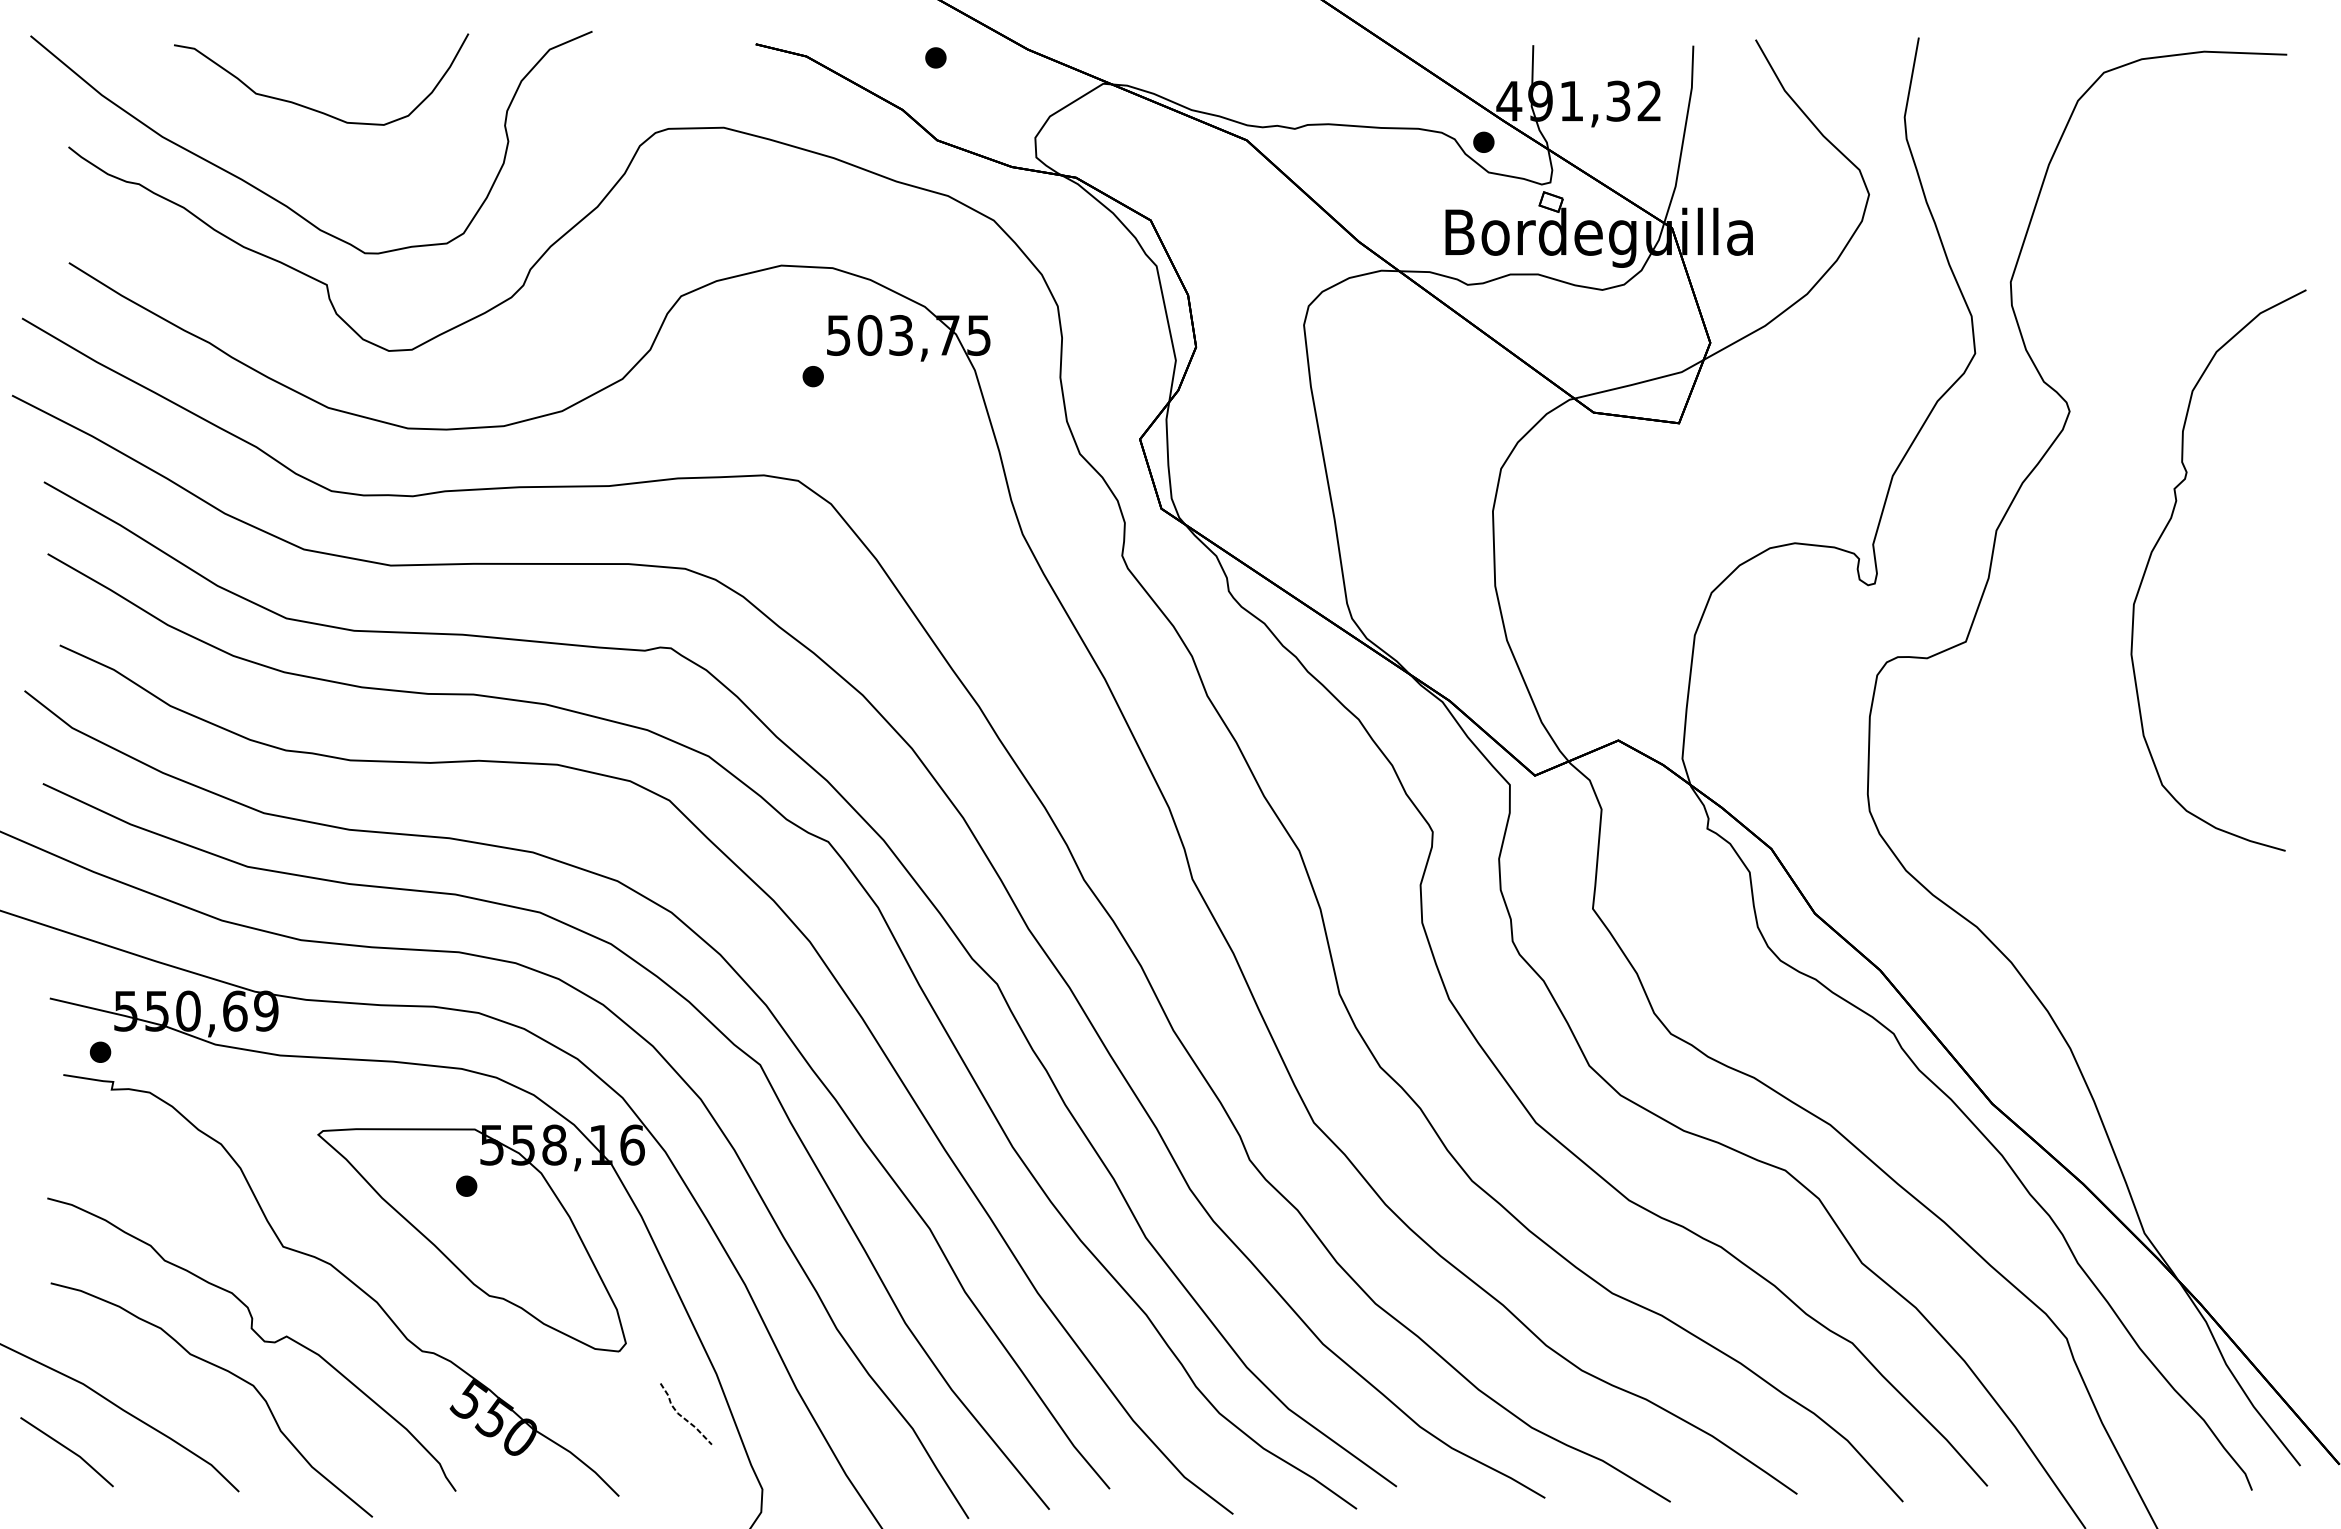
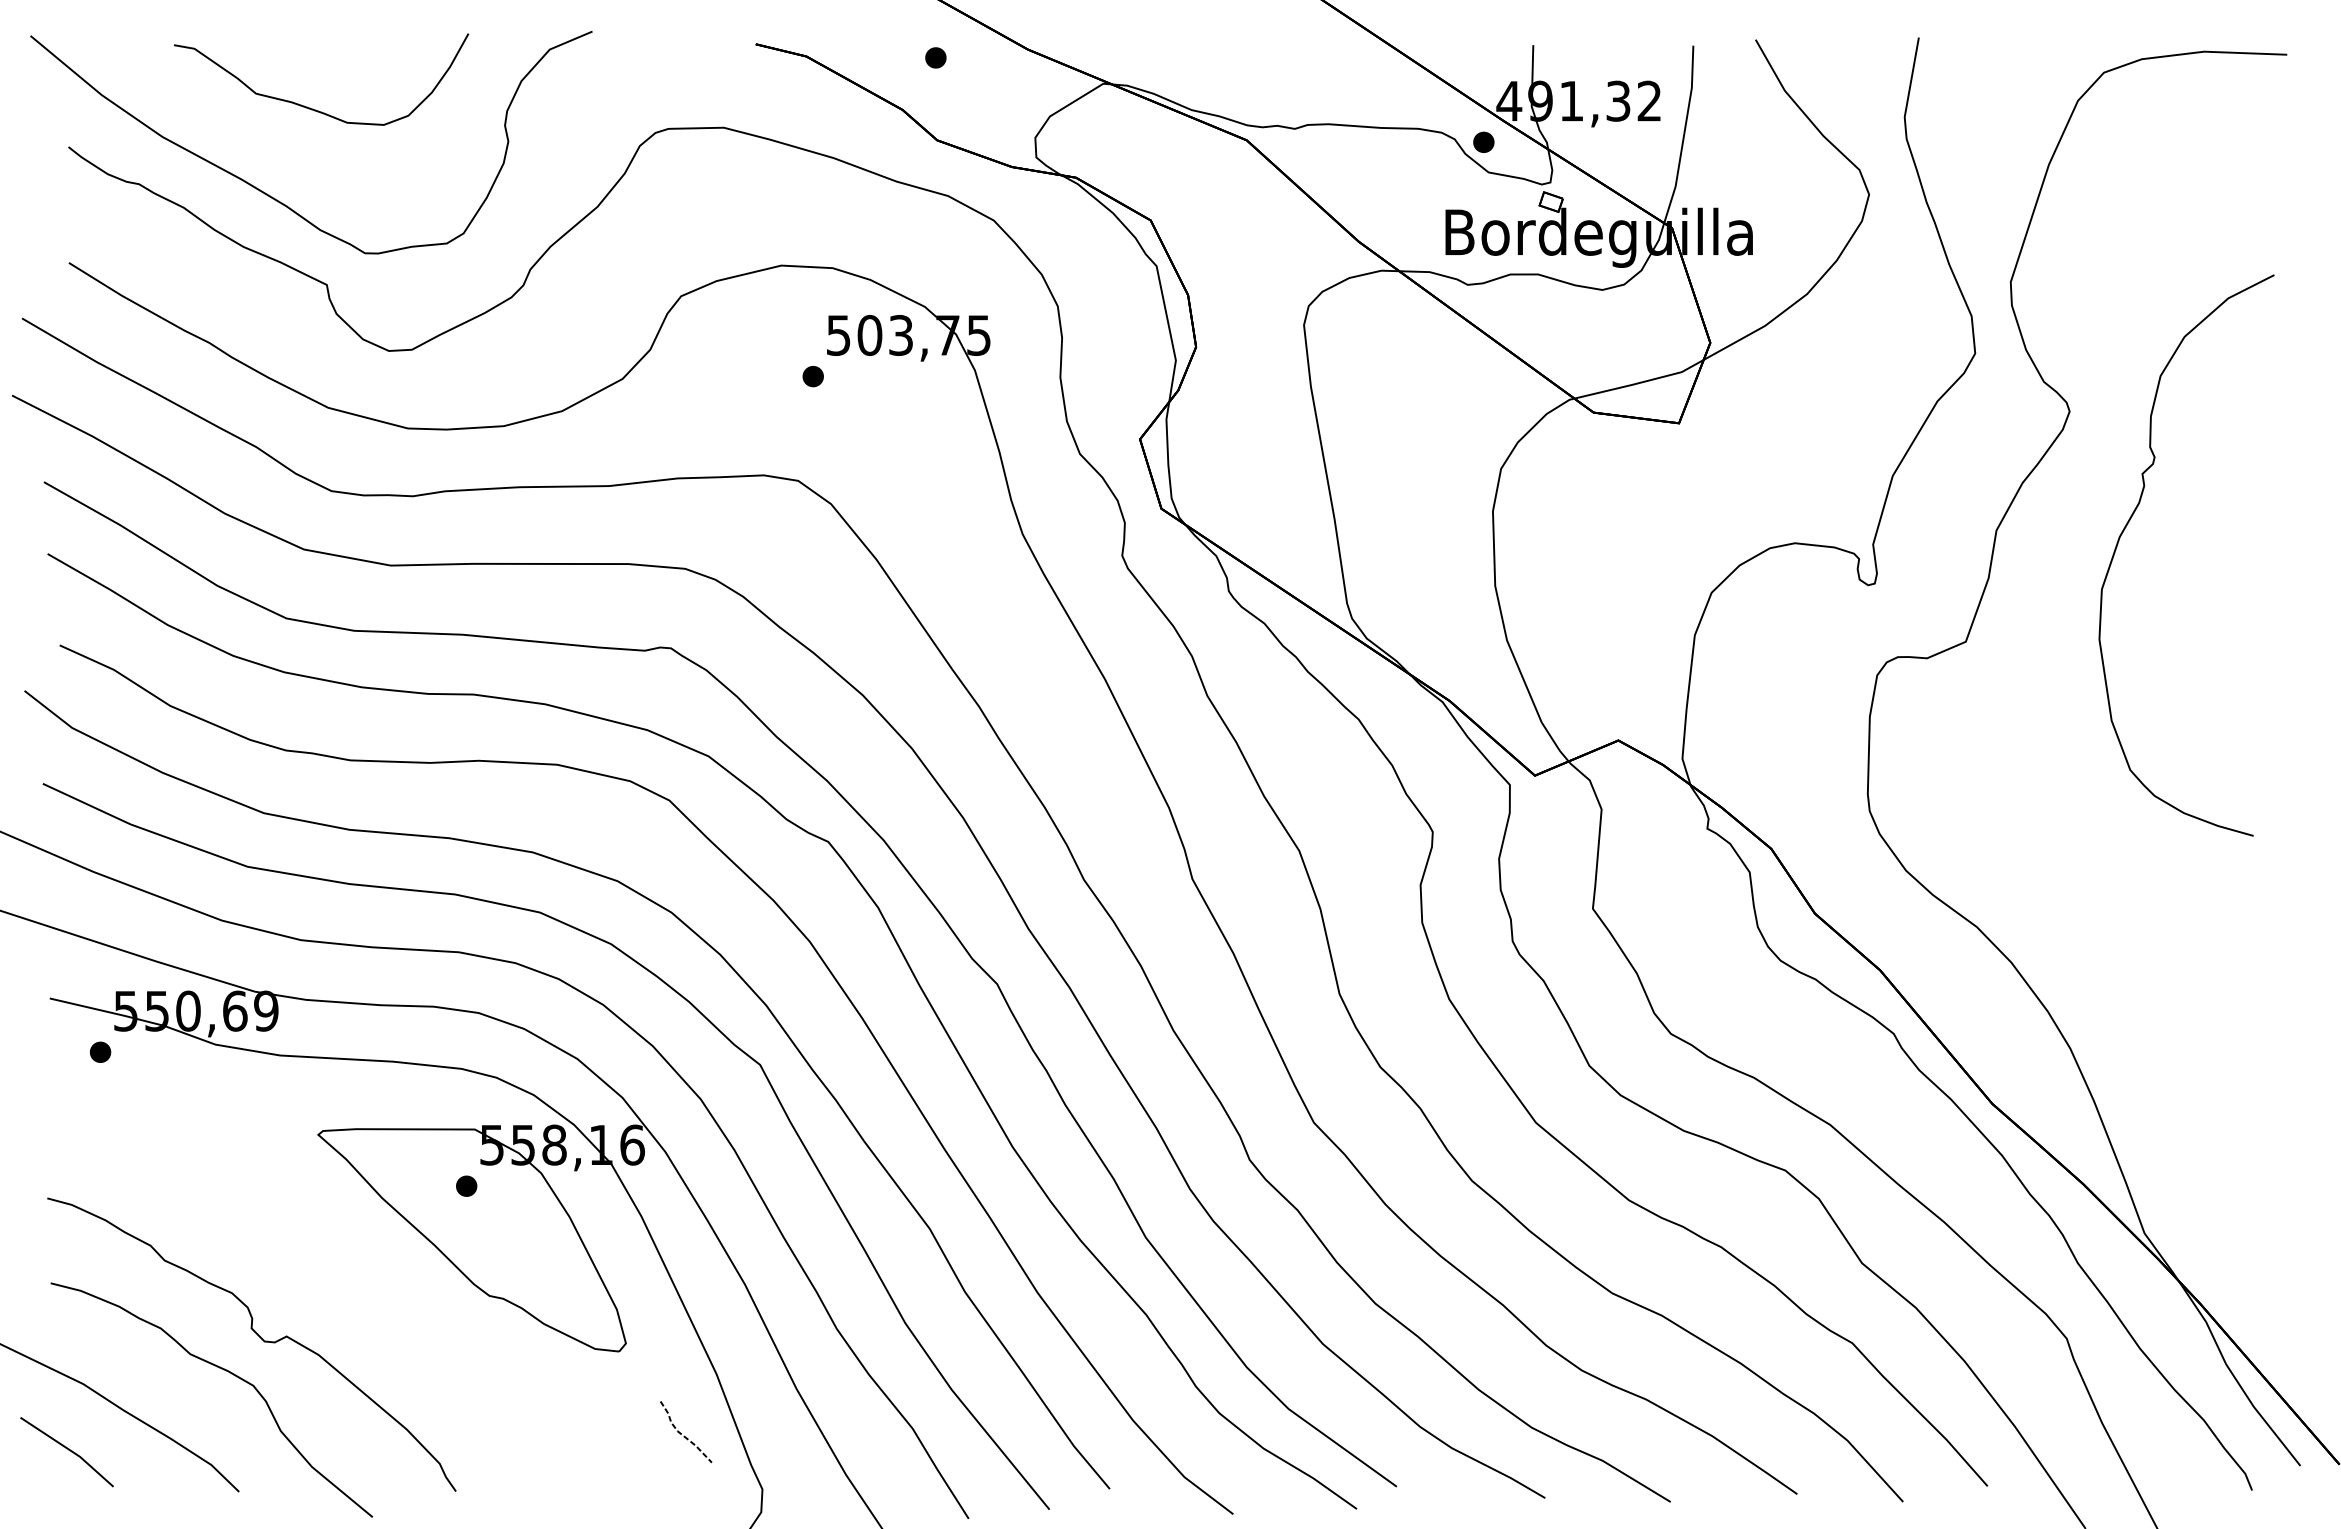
part at (2161, 537) position: (2161, 537) -> (2129, 522)
part at (347, 1279): present -> none
curve at (684, 1417) position: (684, 1417) -> (684, 1435)
